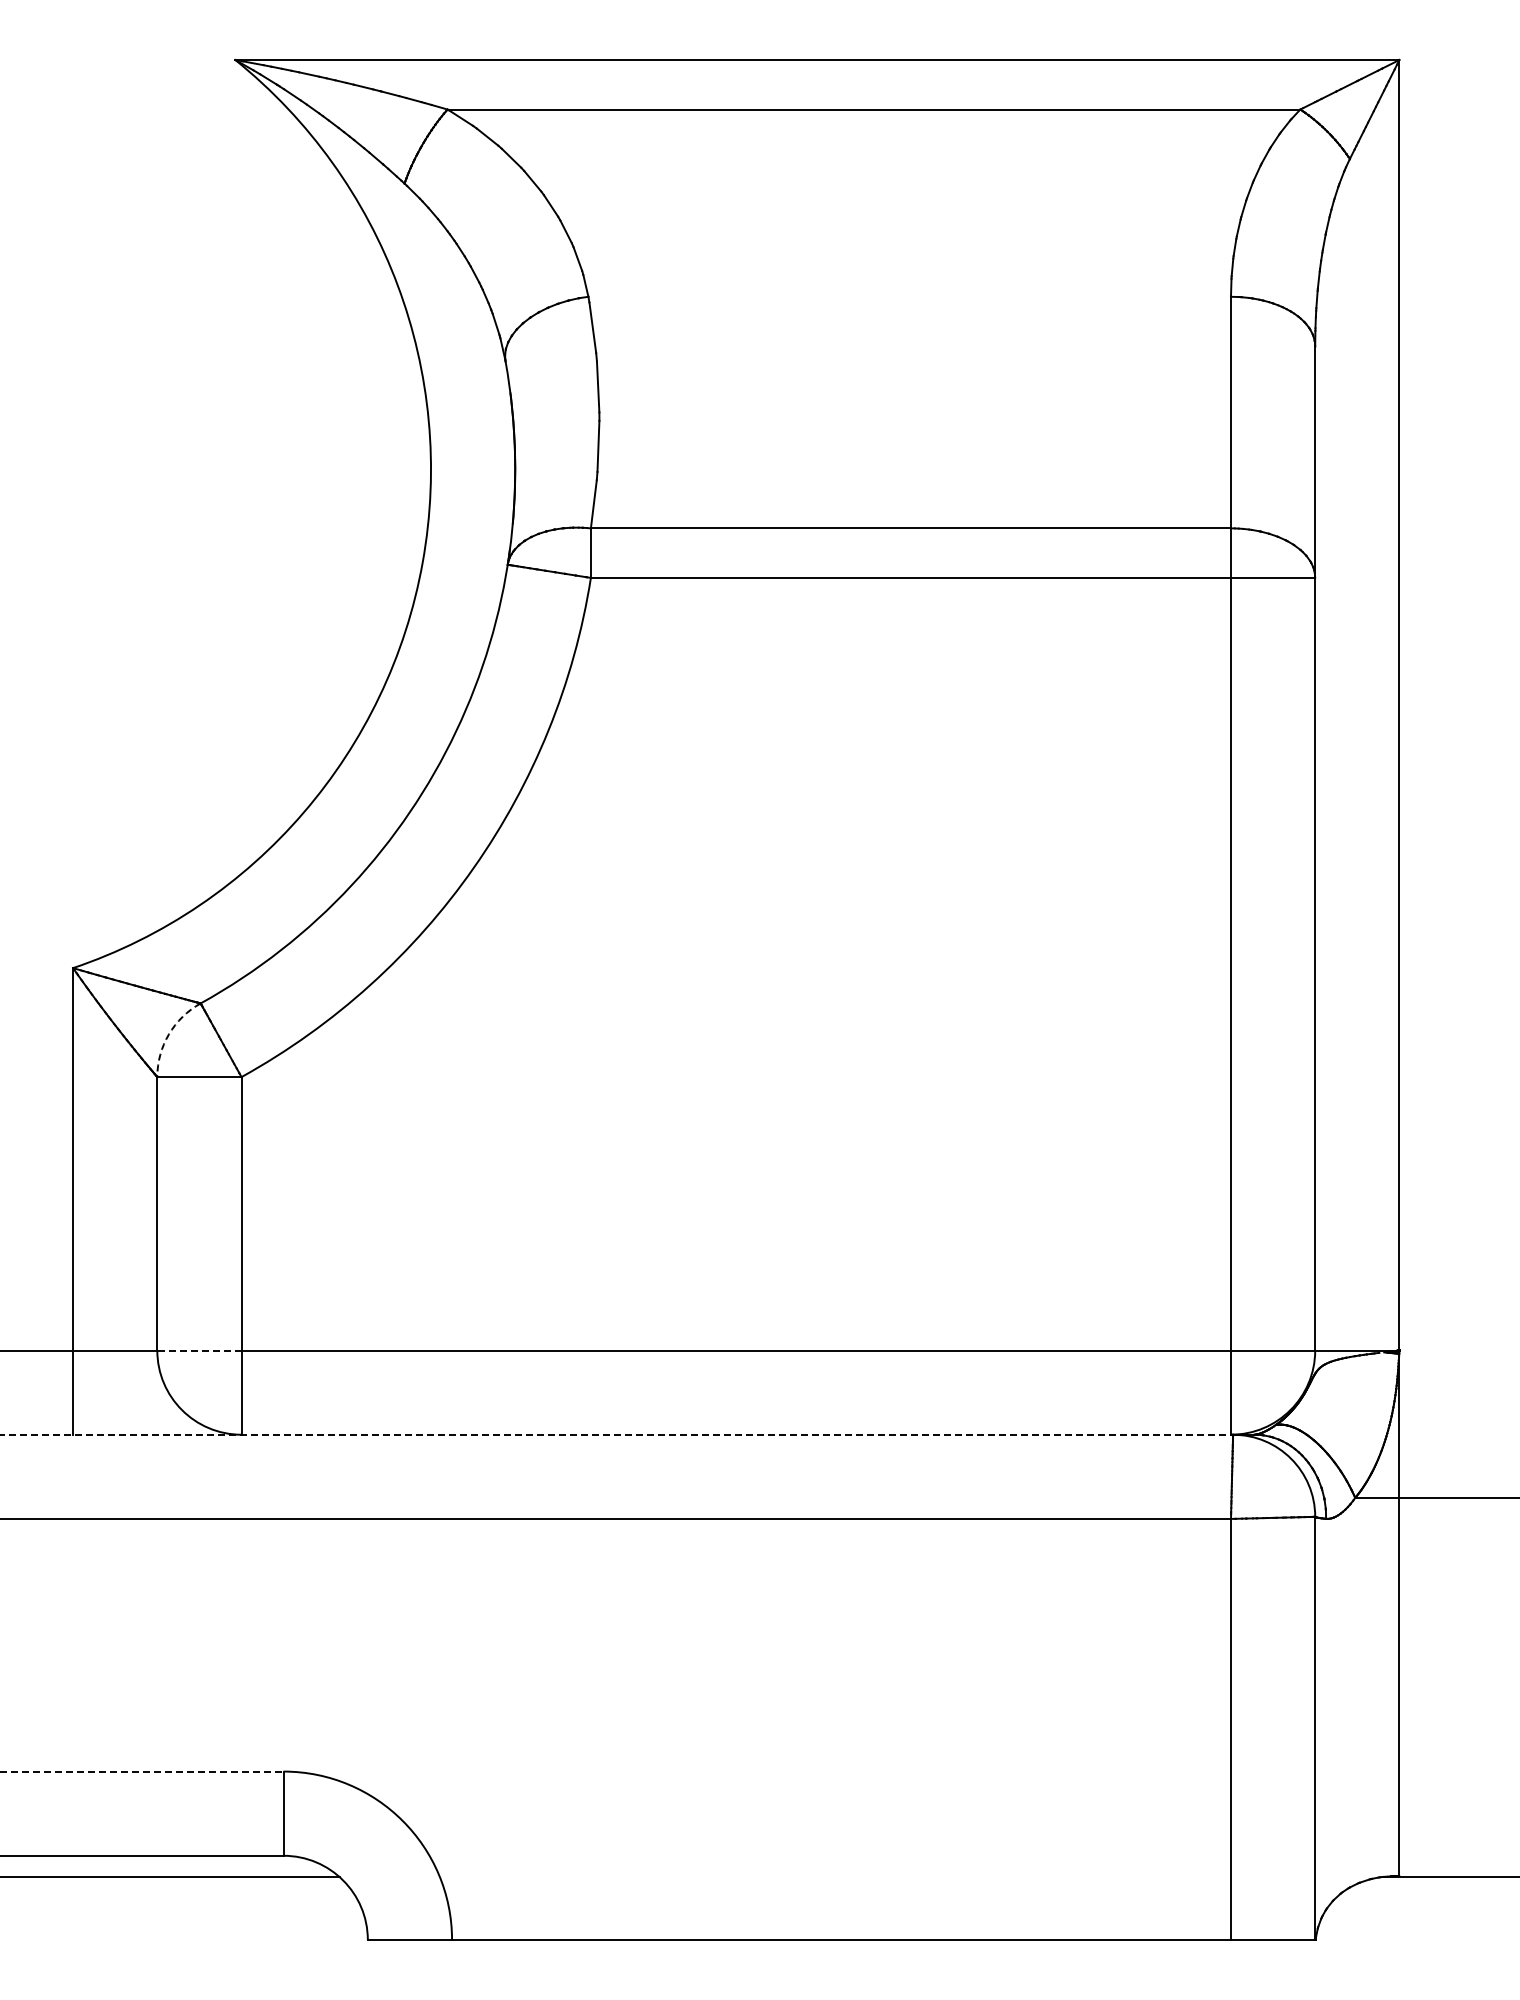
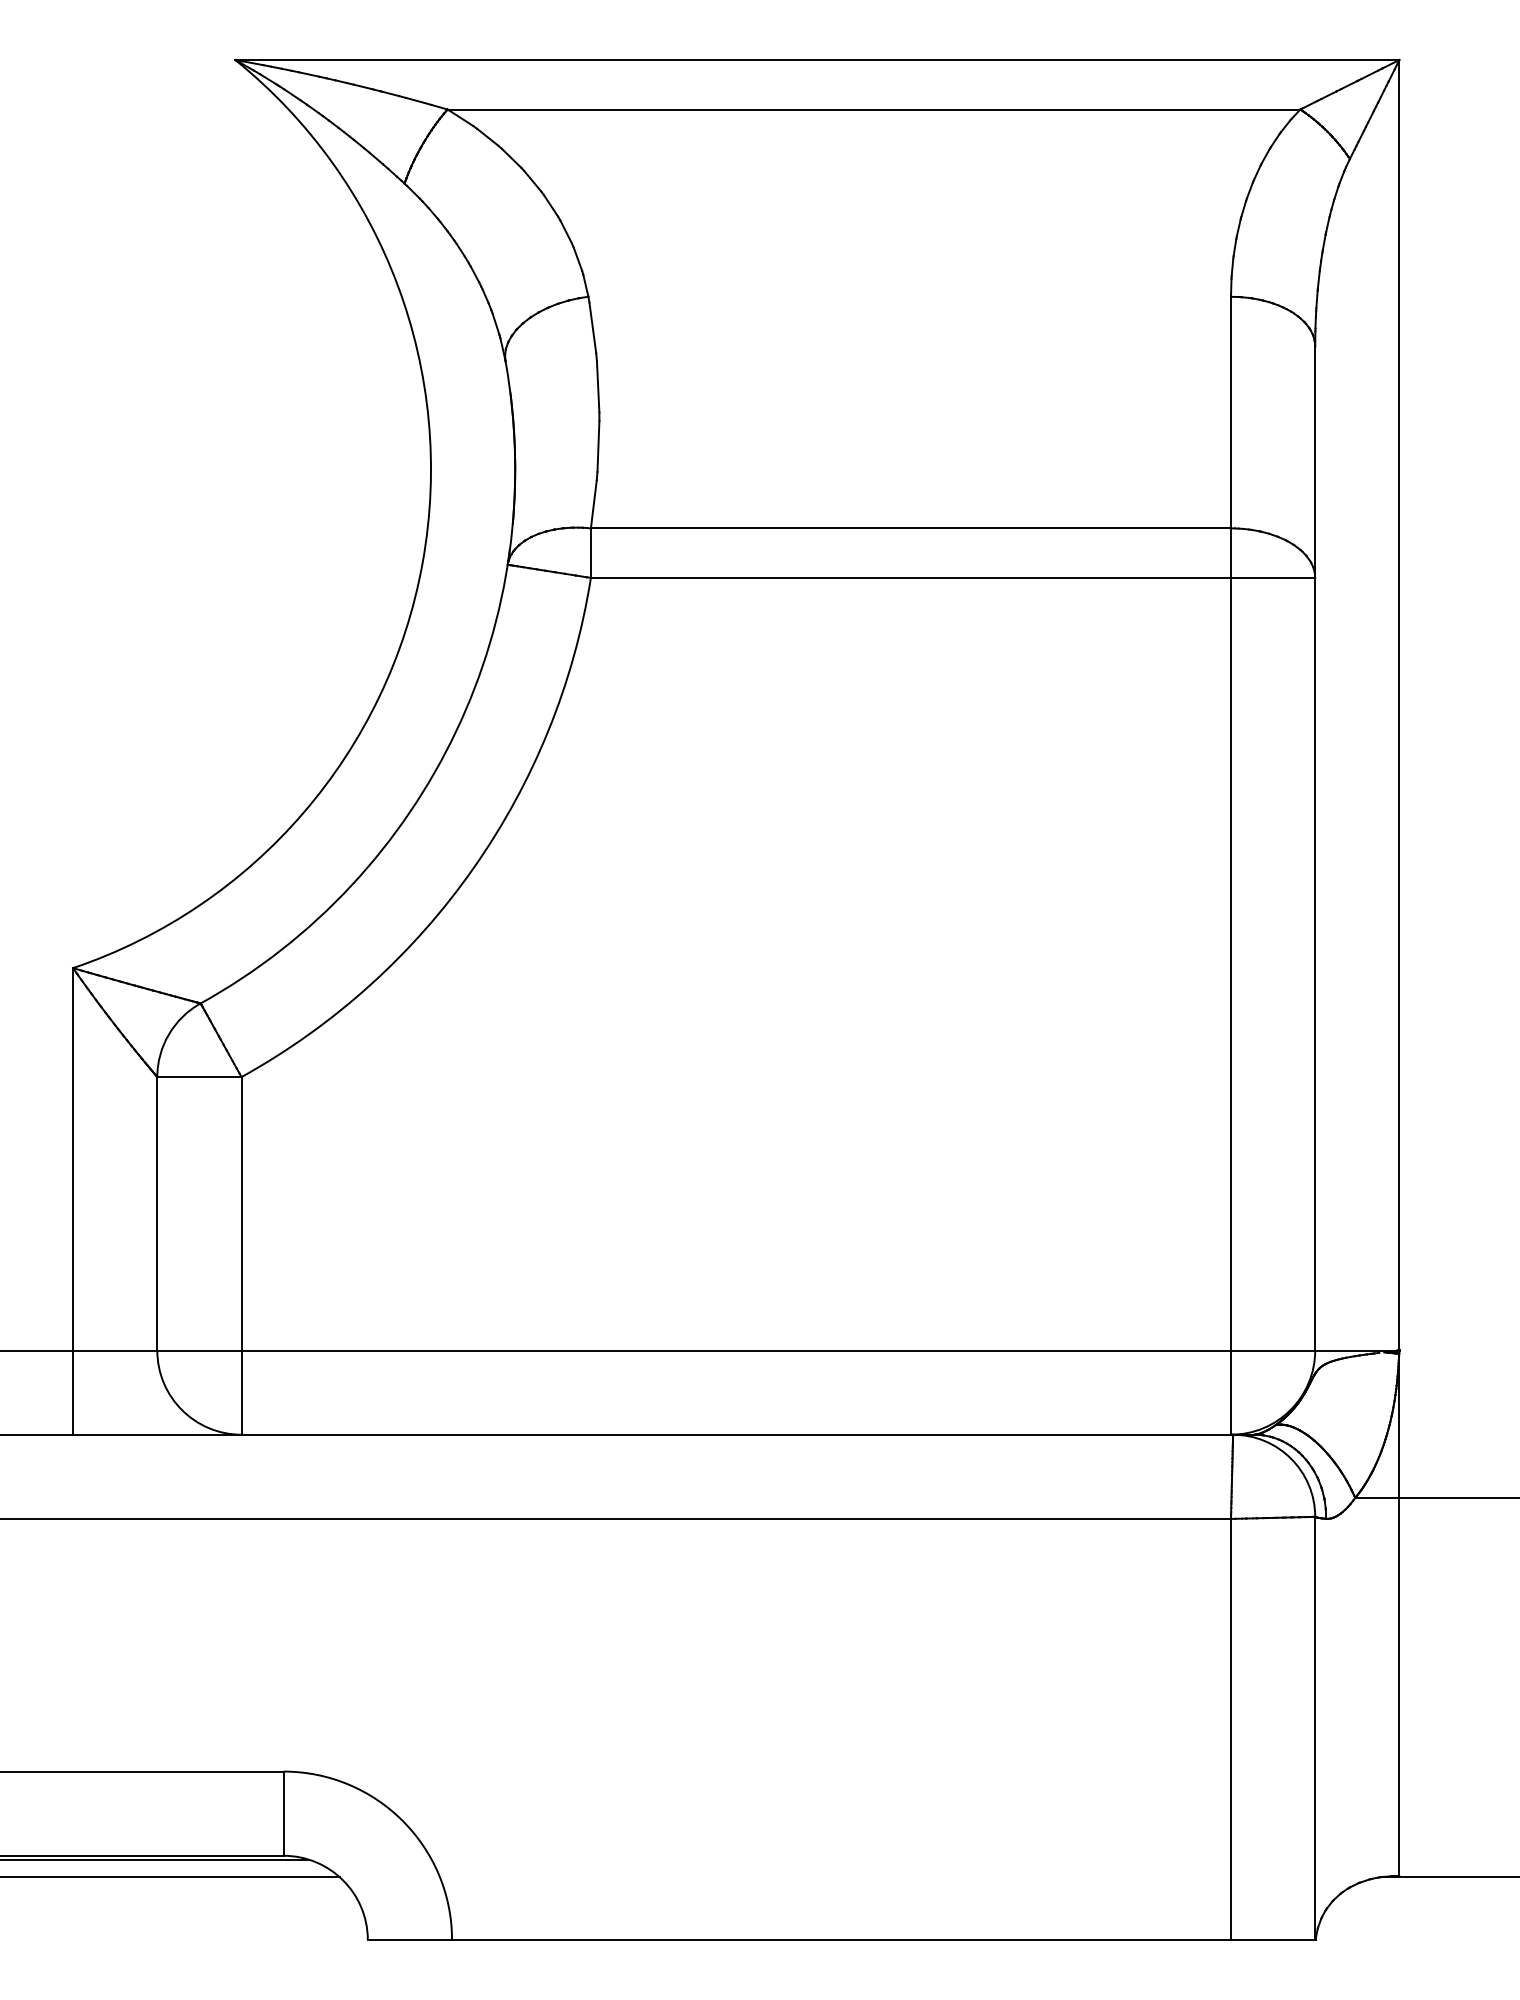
arc at (168, 1034): dashed -> solid
line at (198, 1350): dashed -> solid
line at (617, 1434): dashed -> solid
line at (142, 1771): dashed -> solid
line at (155, 1859): none -> present
